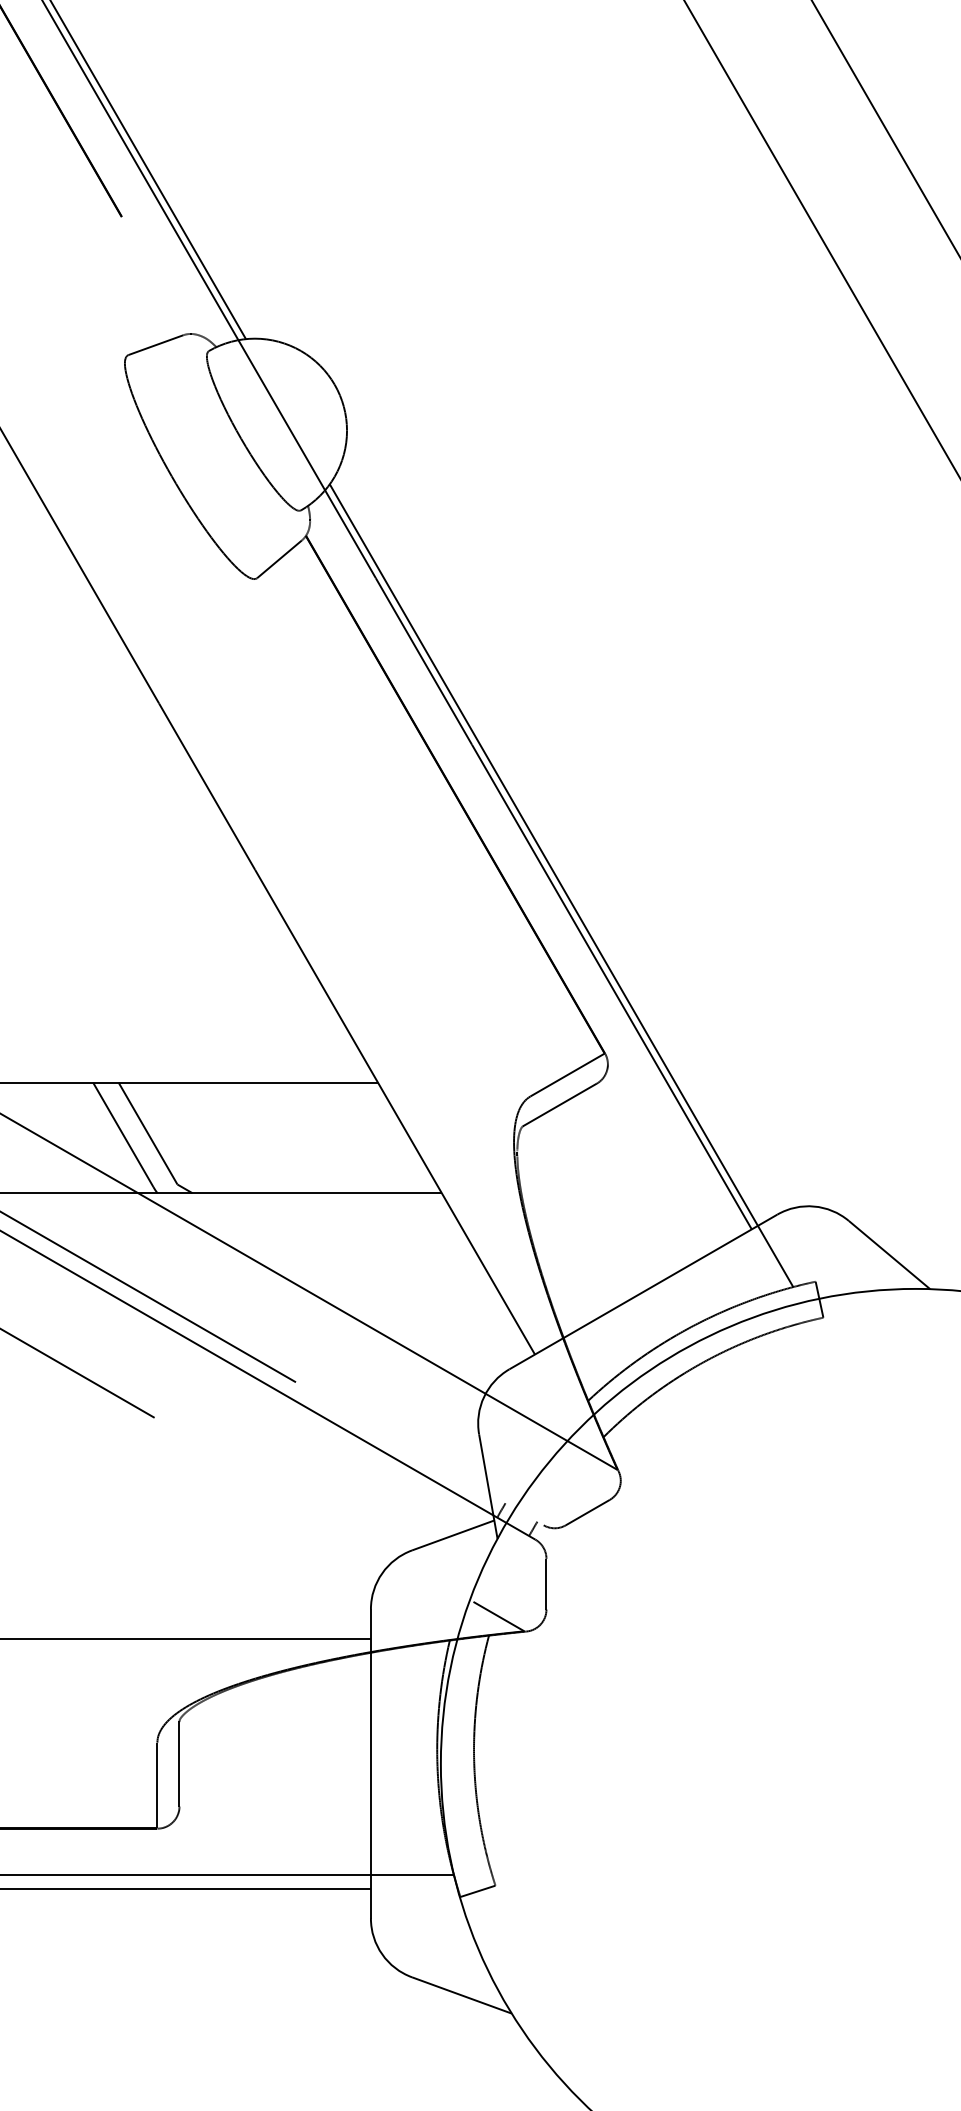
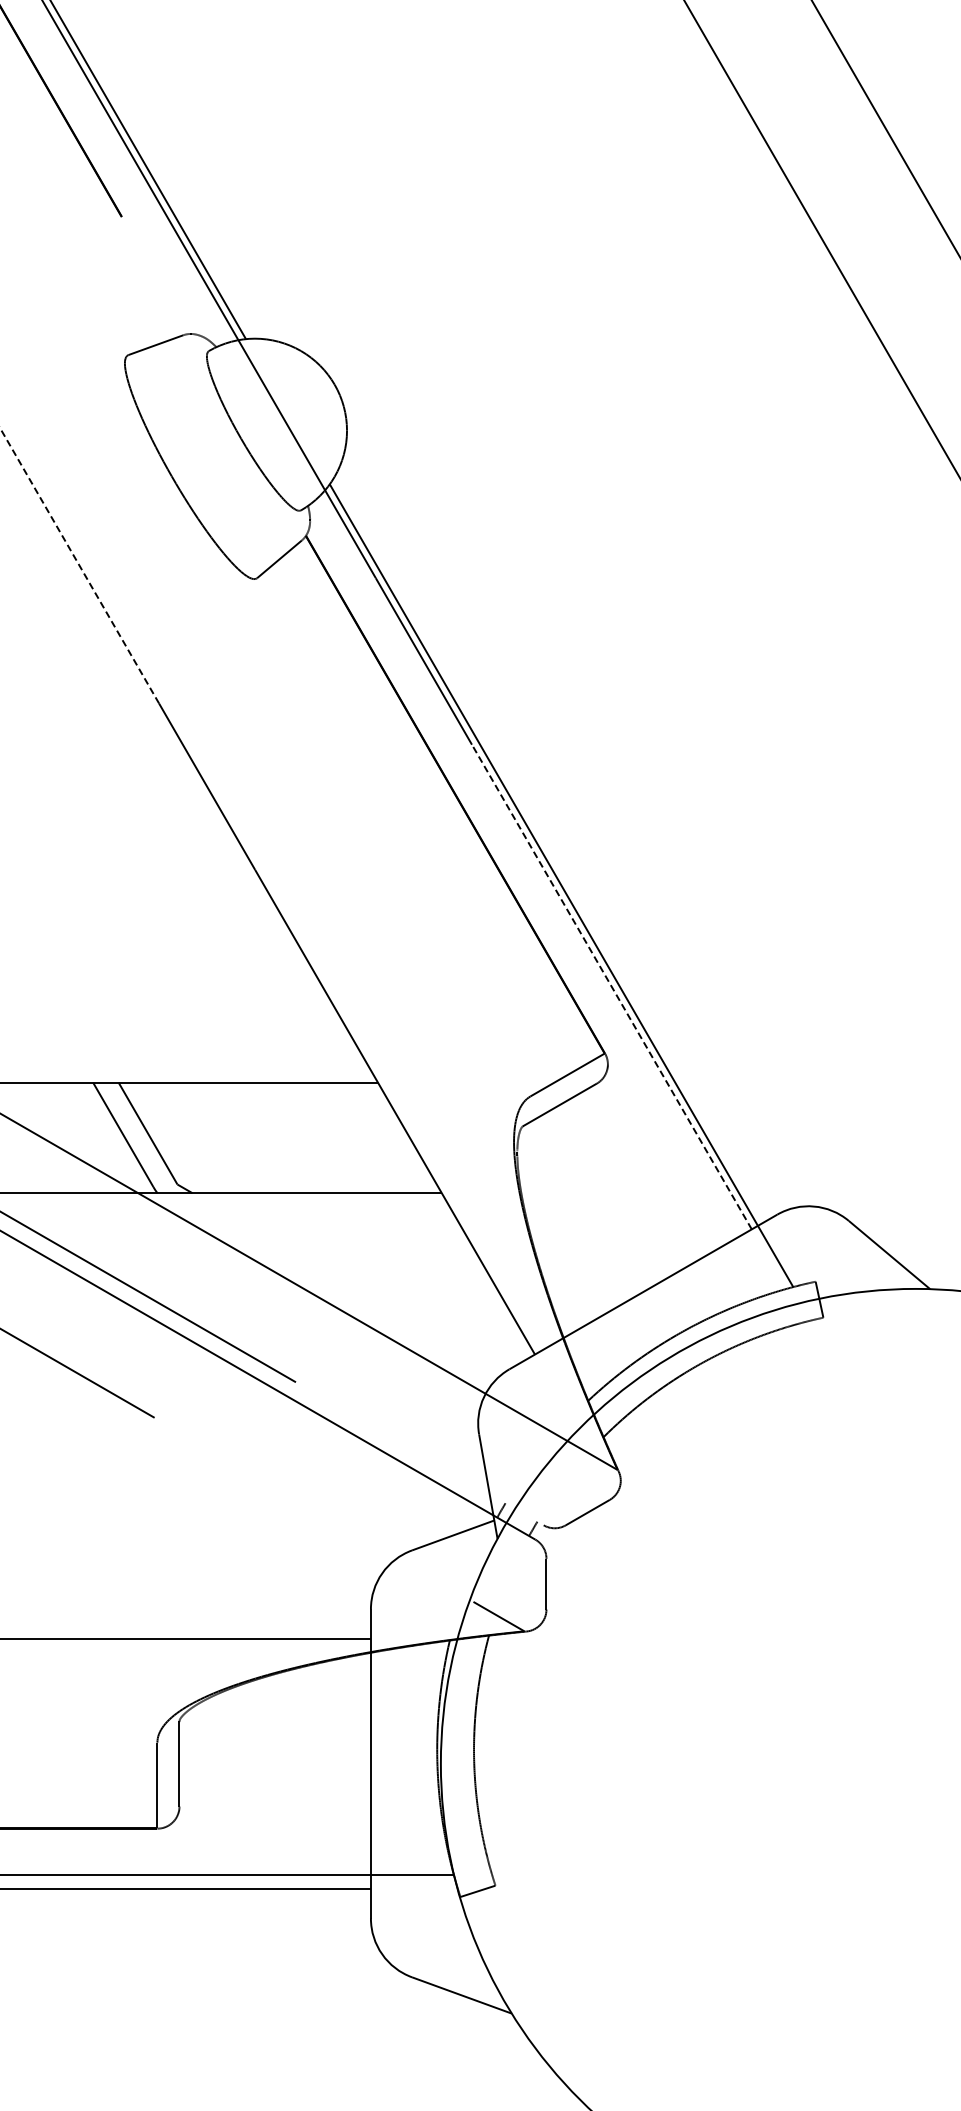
line at (79, 565): solid -> dashed
line at (611, 987): solid -> dashed
